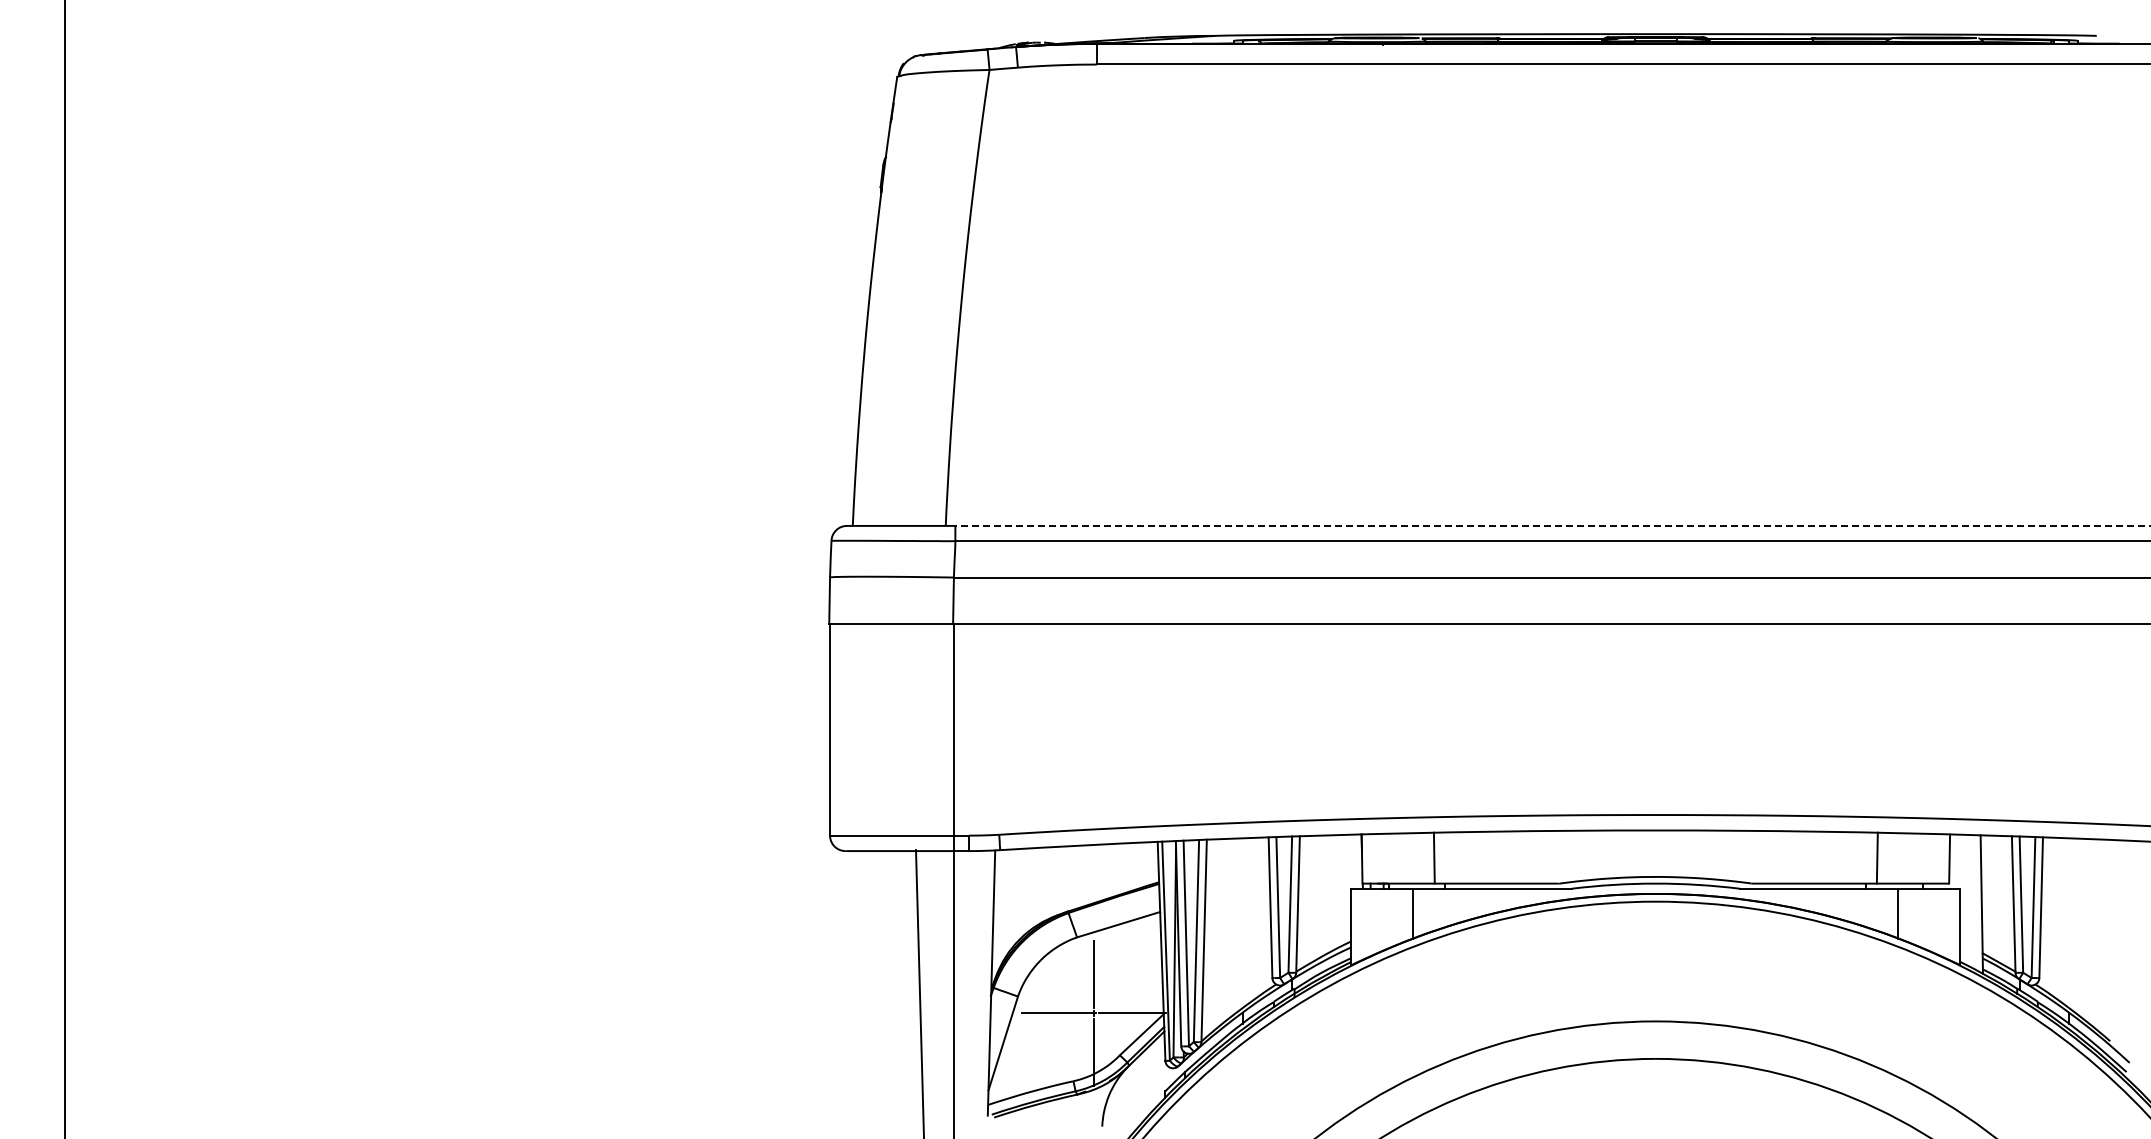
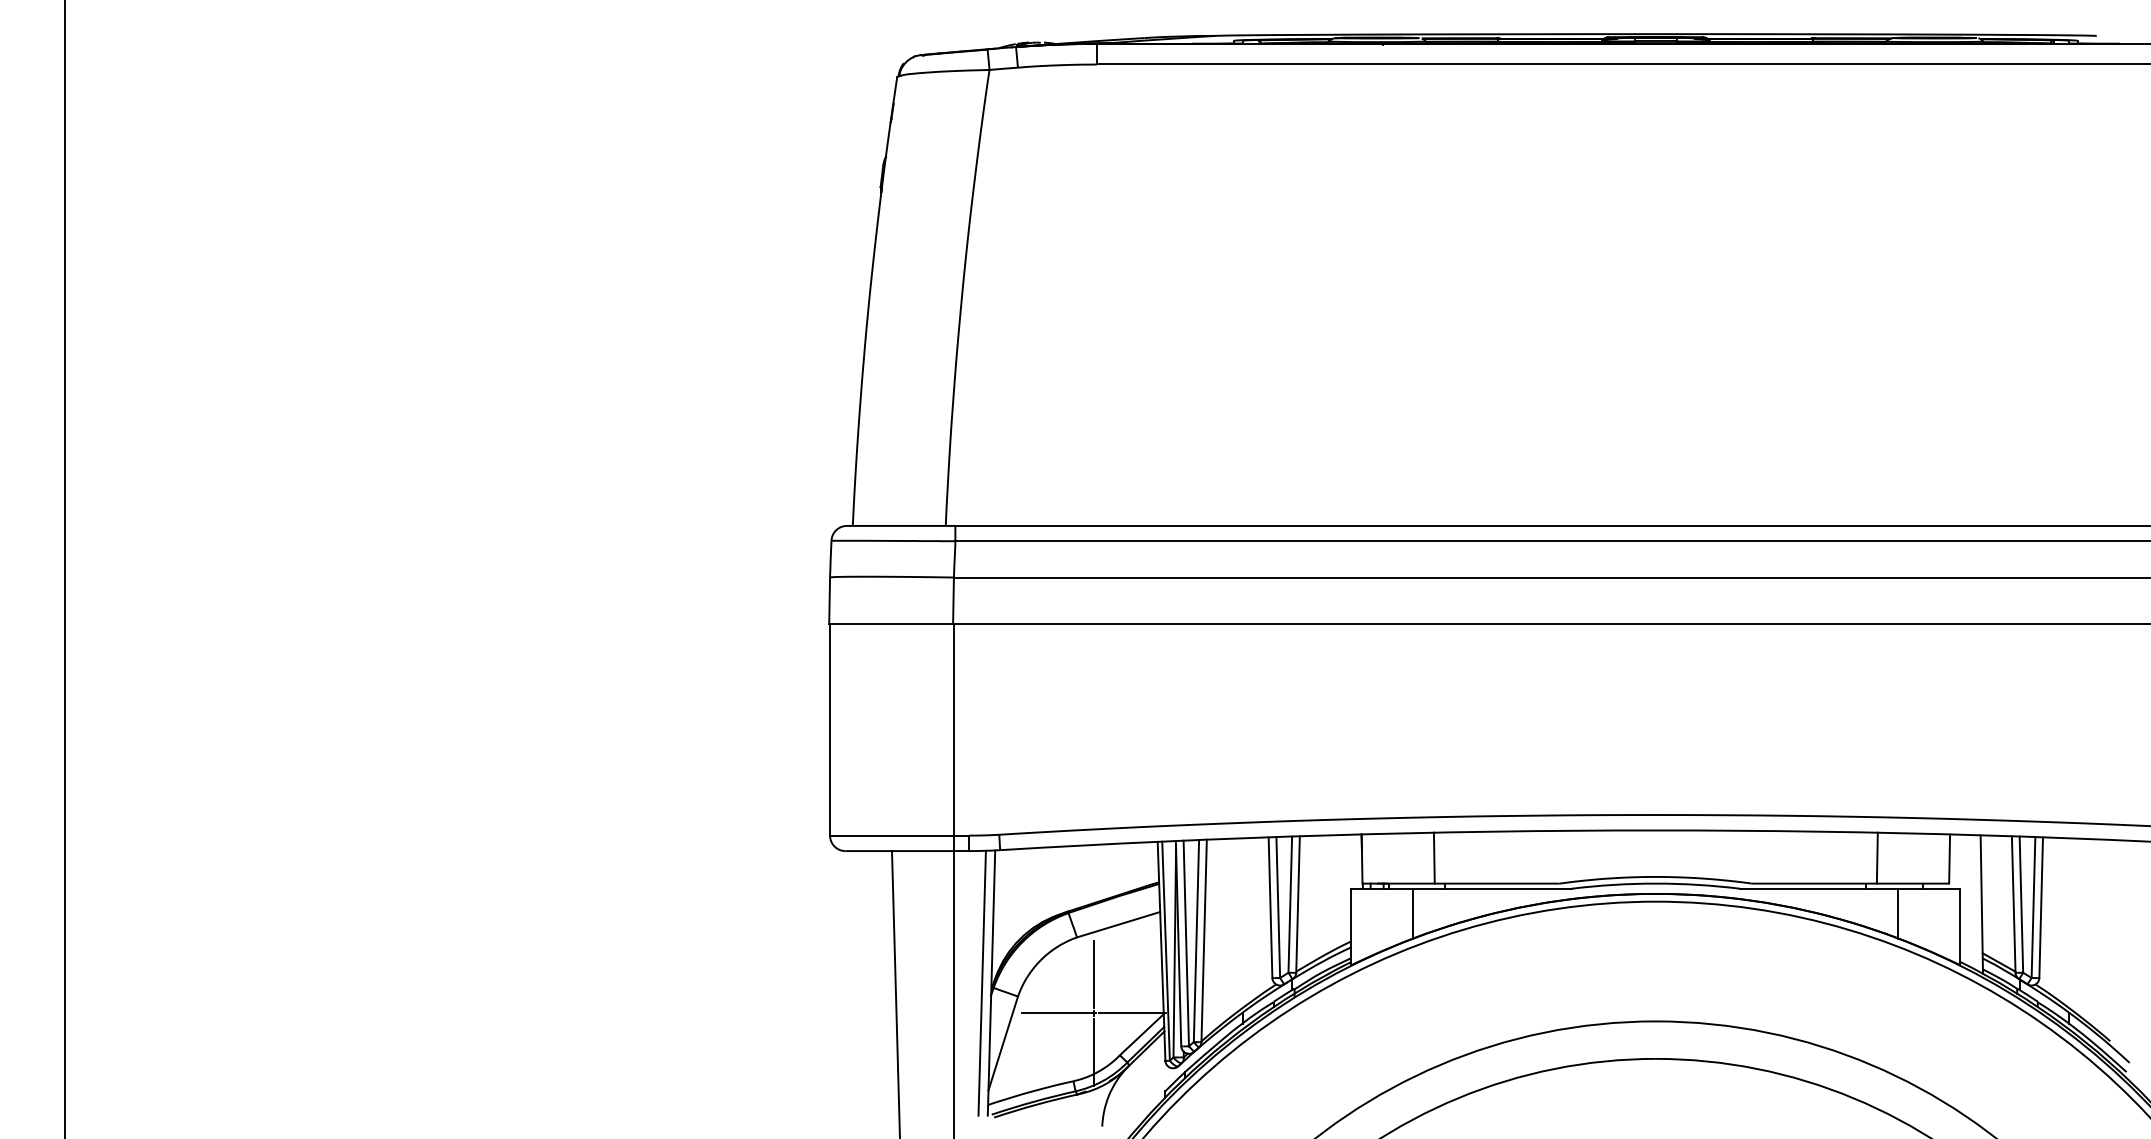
line at (1552, 525): dashed -> solid
line at (981, 982): none -> present
line at (919, 992) position: (919, 992) -> (895, 993)
